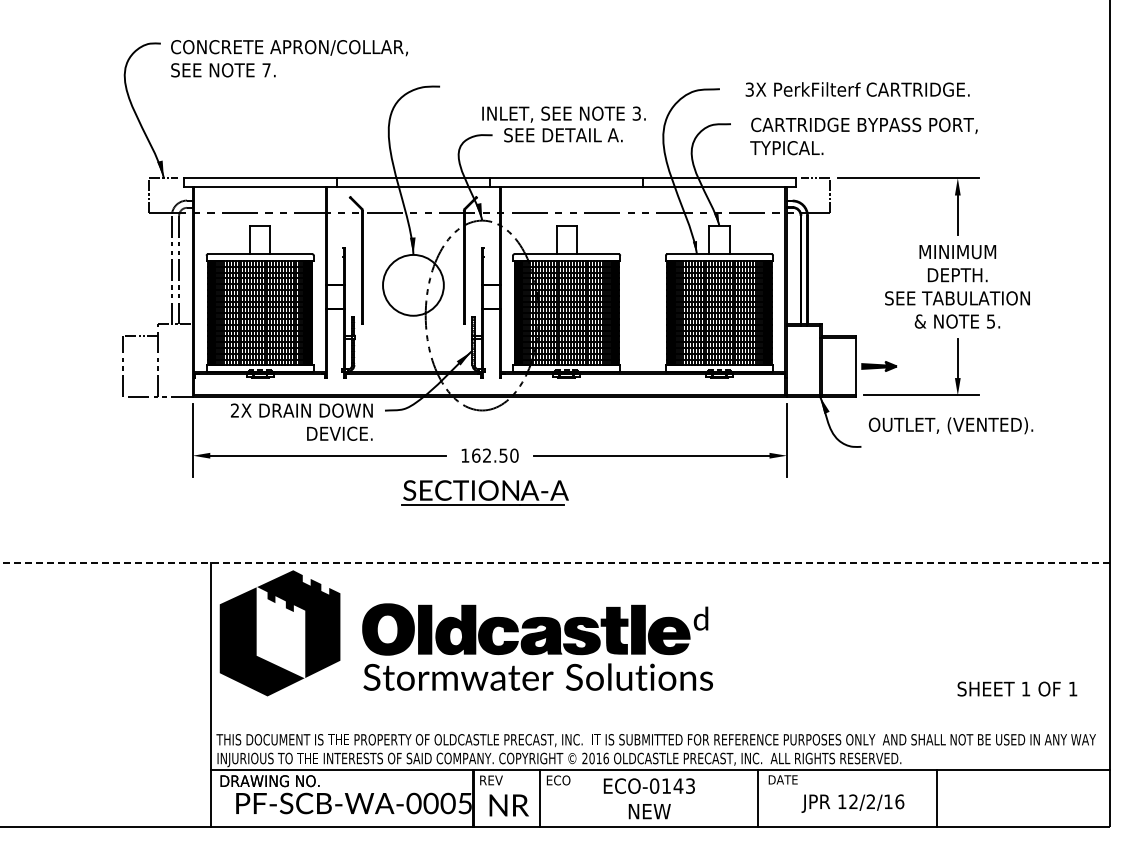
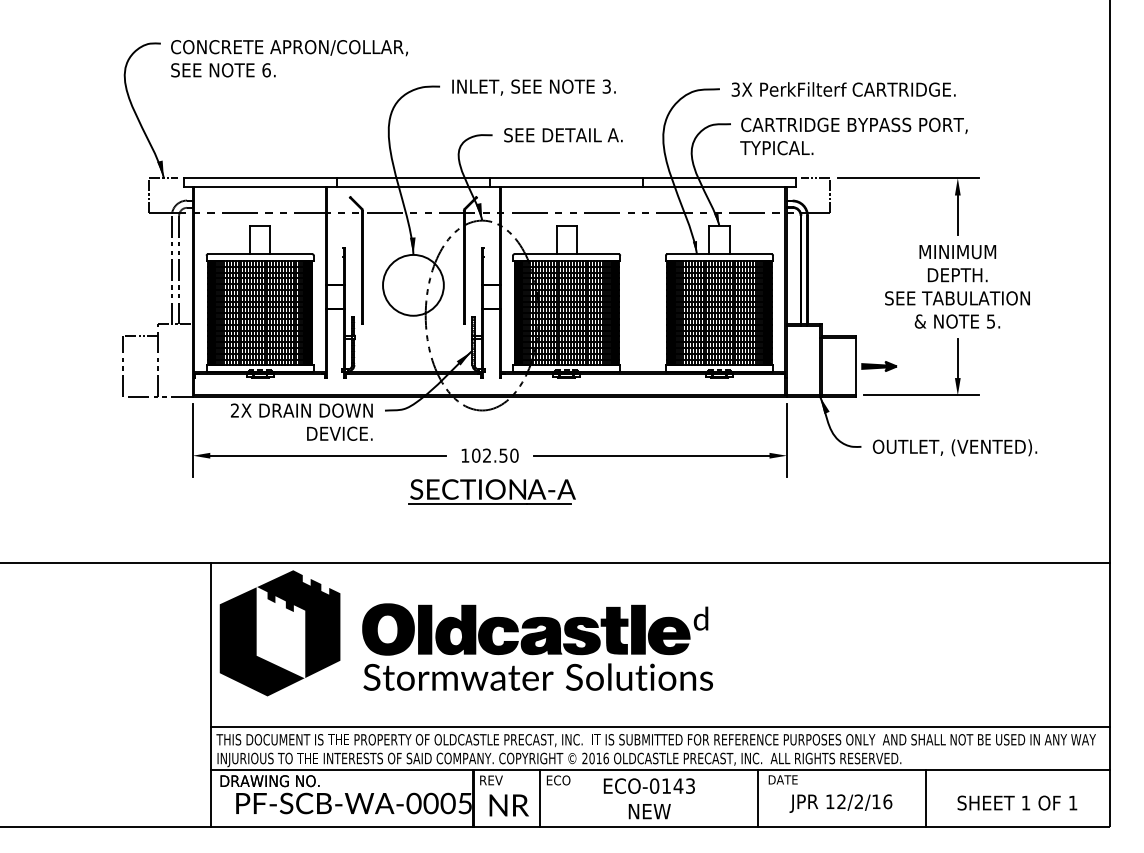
text at (266, 70): 7. -> 6.
text at (857, 89) position: (857, 89) -> (843, 89)
text at (563, 114) position: (563, 114) -> (533, 87)
text at (863, 136) position: (863, 136) -> (853, 136)
text at (950, 425) position: (950, 425) -> (954, 447)
text at (476, 455): 162.50 -> 102.50
part at (484, 492) position: (484, 492) -> (491, 491)
line at (554, 562): dashed -> solid
text at (1017, 688) position: (1017, 688) -> (1017, 802)
line at (660, 727): none -> present
line at (936, 798) position: (936, 798) -> (925, 798)
text at (852, 803) position: (852, 803) -> (840, 803)
